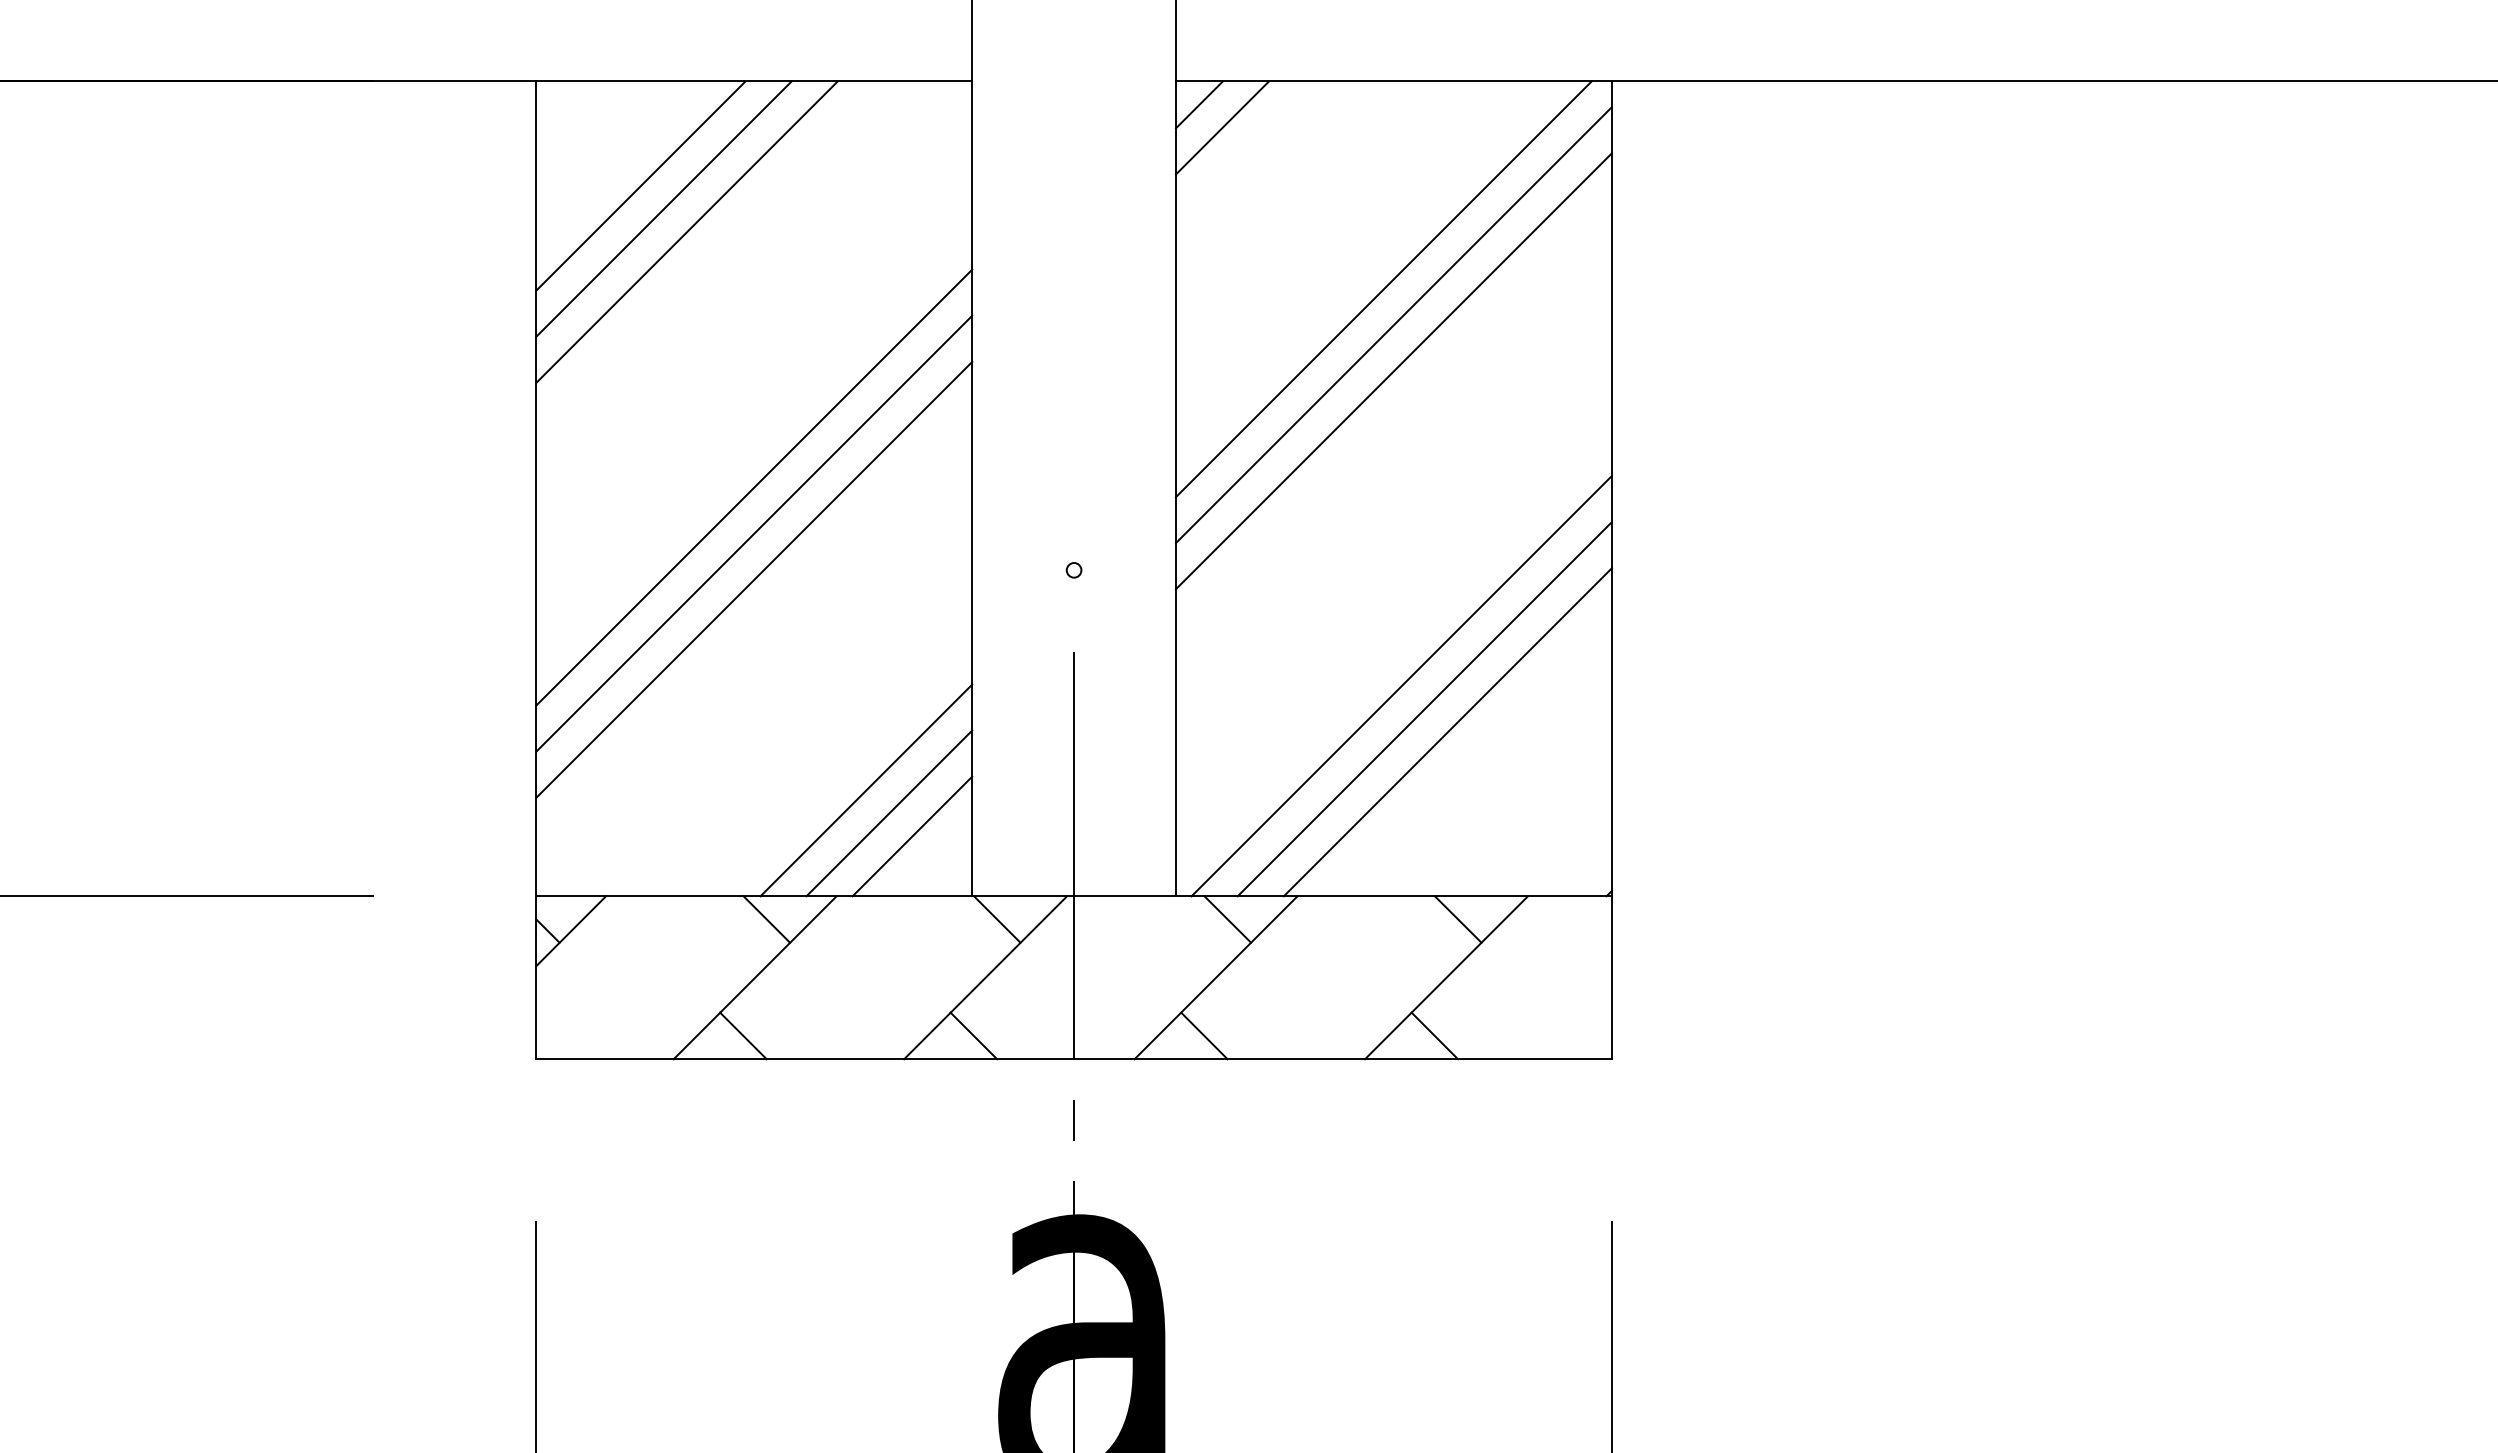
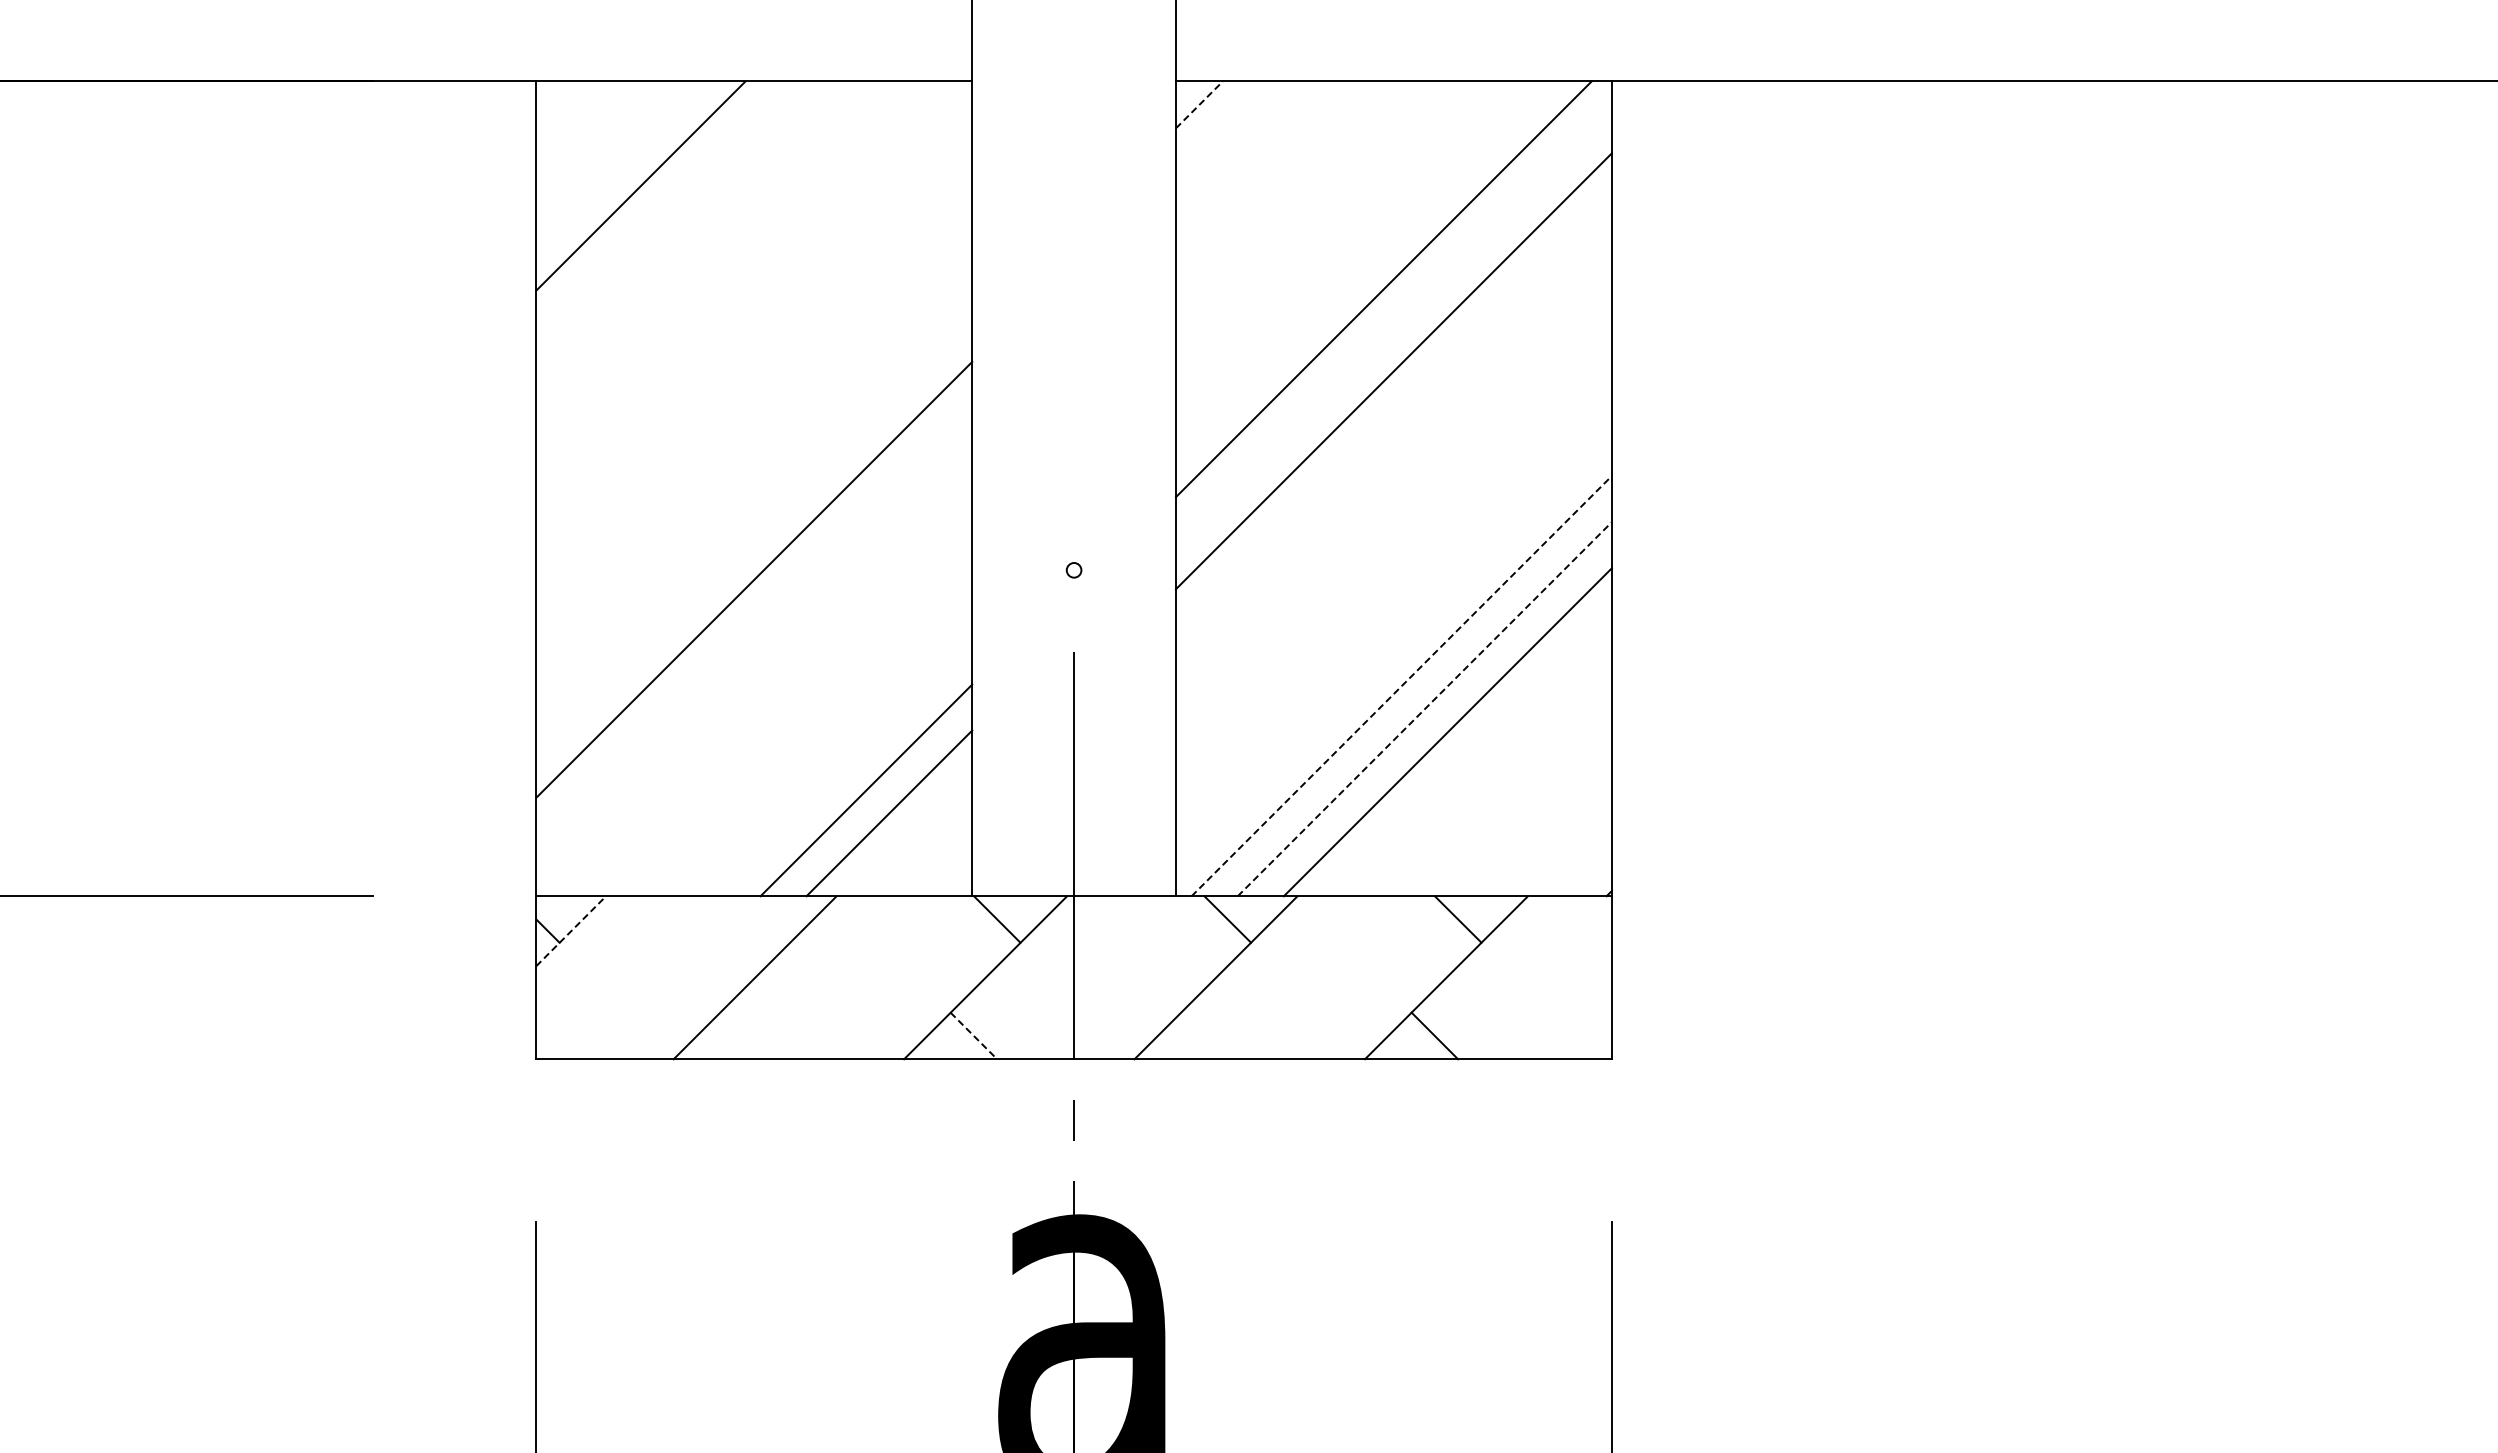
line at (1199, 104): solid -> dashed
line at (1222, 127): present -> none
line at (663, 208): present -> none
line at (686, 231): present -> none
line at (1393, 325): present -> none
line at (754, 487): present -> none
line at (754, 533): present -> none
line at (1402, 685): solid -> dashed
line at (1424, 709): solid -> dashed
line at (912, 836): present -> none
line at (766, 919): present -> none
line at (571, 930): solid -> dashed
line at (743, 1035): present -> none
line at (973, 1035): solid -> dashed
line at (1204, 1035): present -> none
